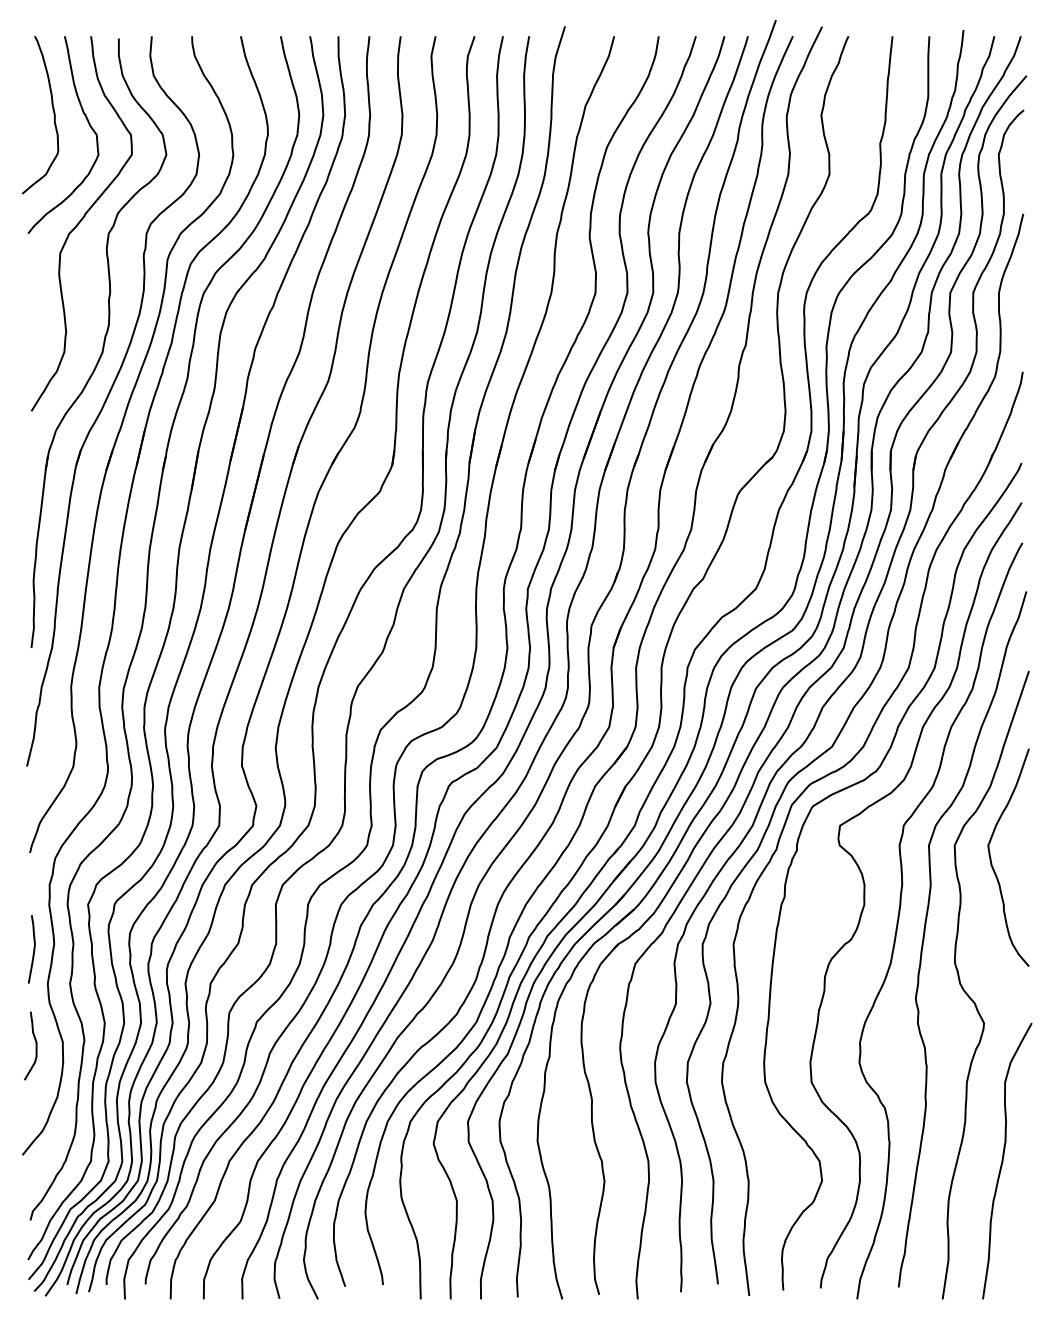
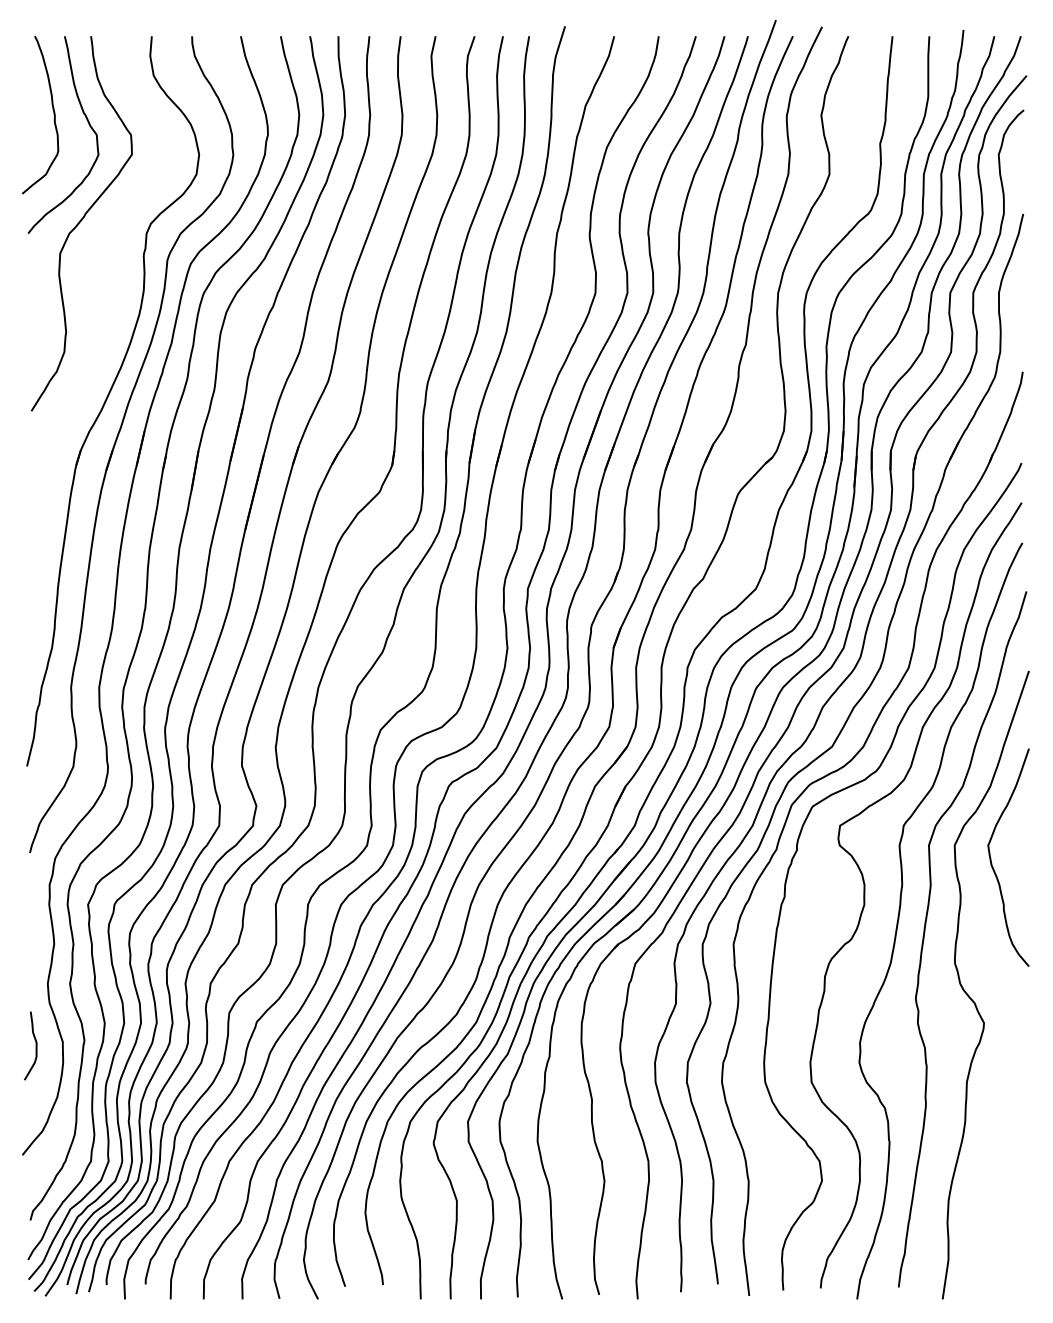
part at (98, 342): present -> none
curve at (33, 949): present -> none
curve at (1003, 1160): present -> none
